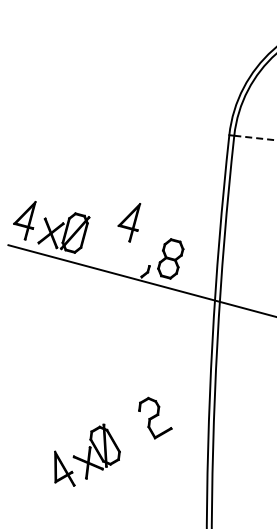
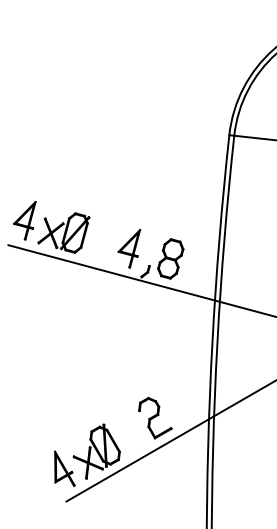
line at (255, 138): dashed -> solid
part at (129, 222) position: (129, 222) -> (129, 248)
line at (169, 441): none -> present
